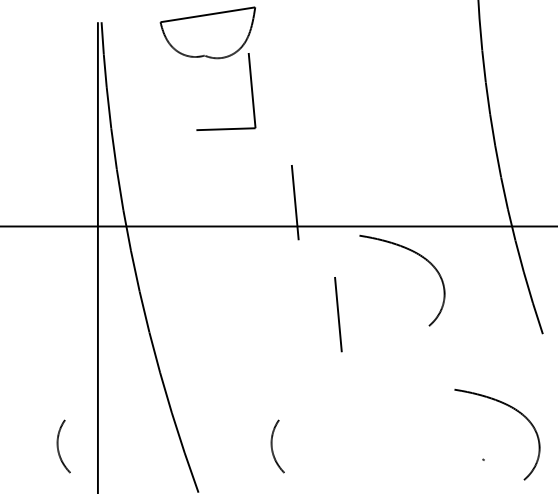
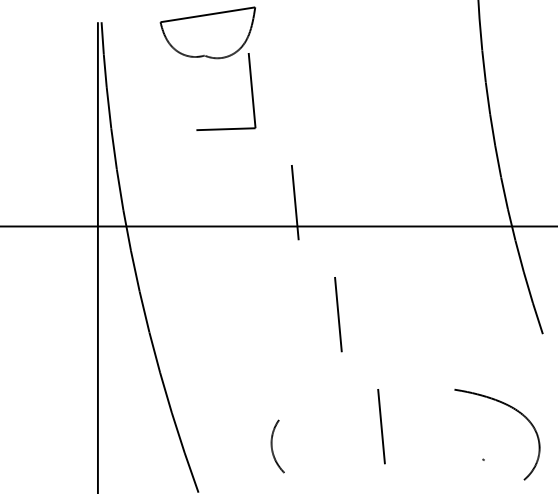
part at (416, 254): present -> none
line at (381, 426): none -> present
part at (63, 446): present -> none
